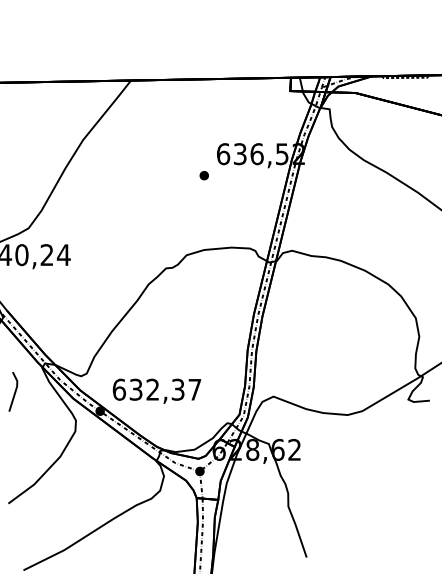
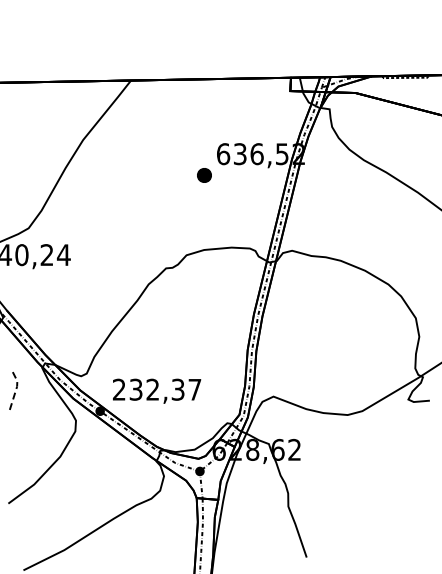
part at (203, 175) size: 10x10 px -> 15x15 px
text at (119, 389): 632,37 -> 232,37
line at (15, 390): solid -> dashed
